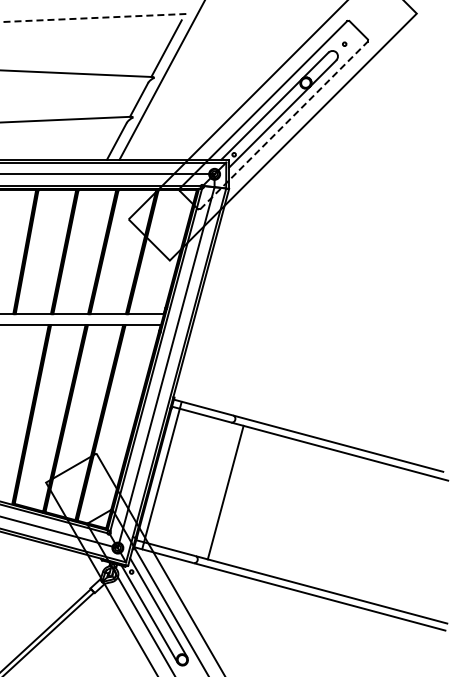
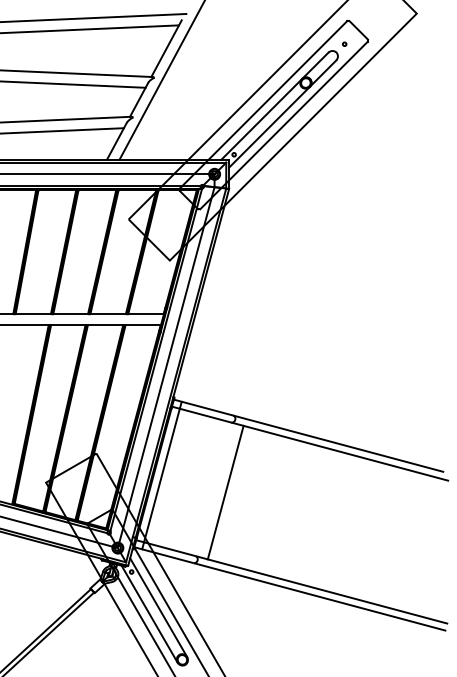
line at (92, 18): dashed -> solid
line at (90, 29): none -> present
line at (73, 84): none -> present
line at (284, 125): dashed -> solid
line at (62, 130): none -> present
